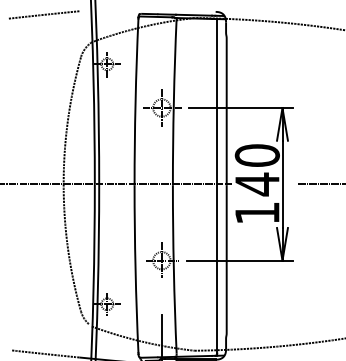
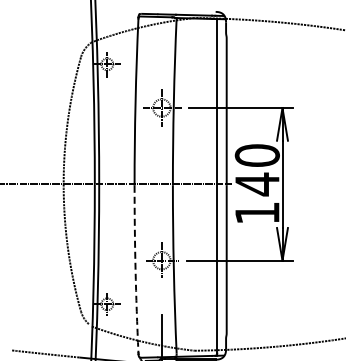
line at (43, 14): present -> none
line at (320, 184): present -> none
arc at (135, 269): solid -> dashed
